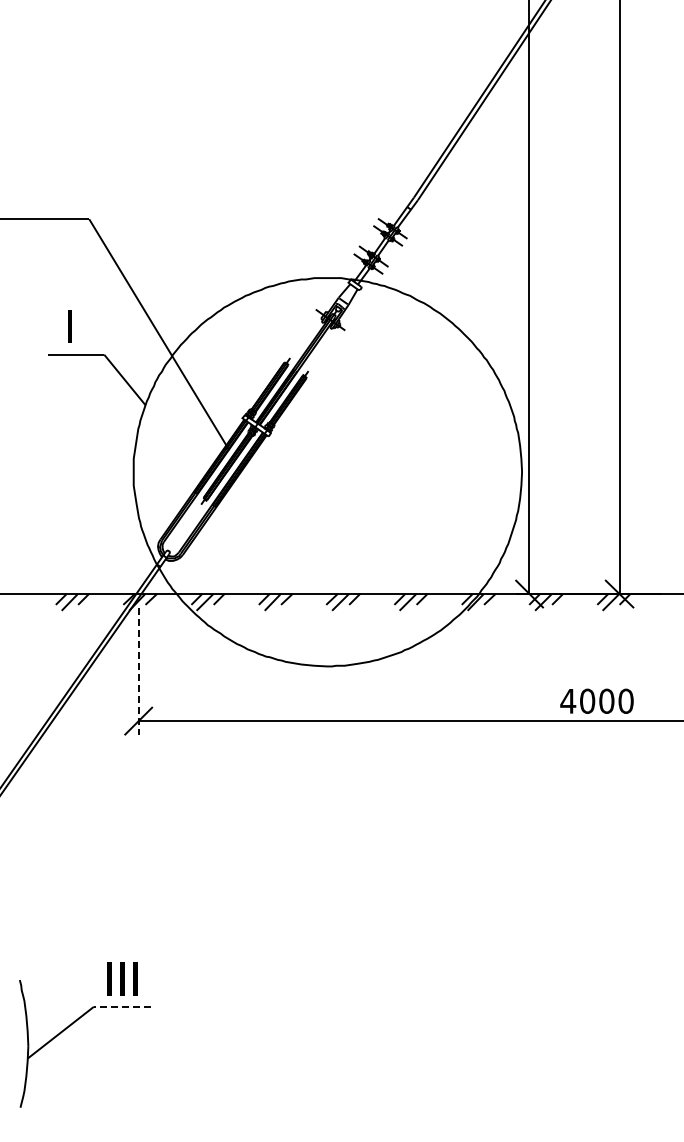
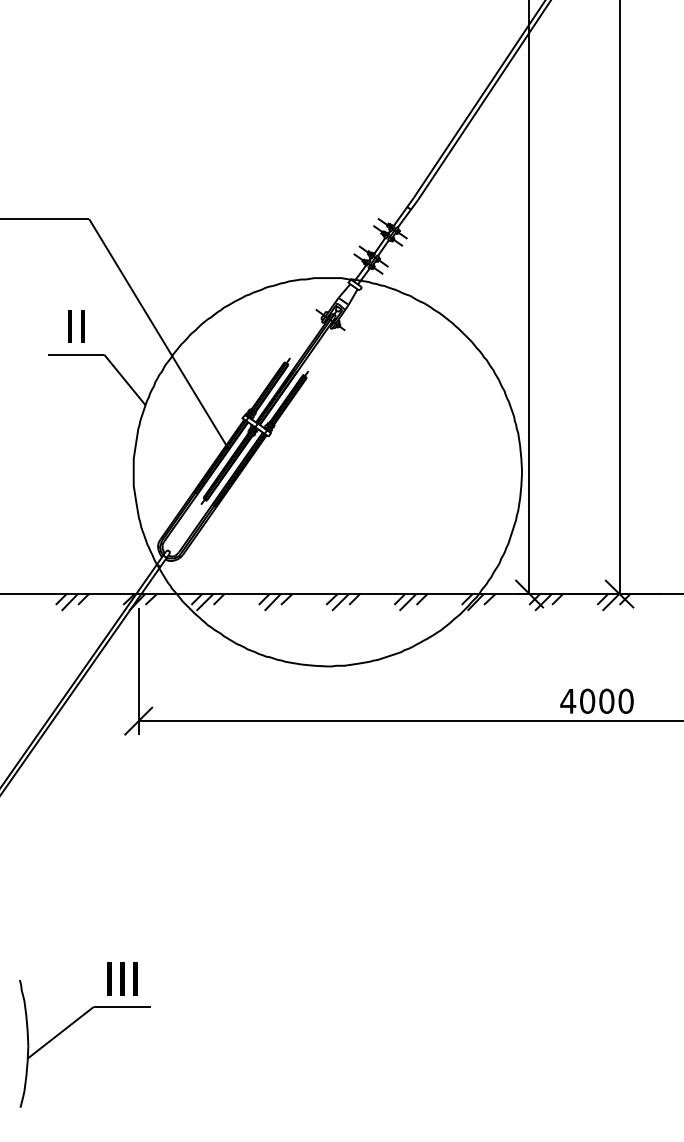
line at (82, 326): none -> present
line at (139, 671): dashed -> solid
line at (121, 1006): dashed -> solid
